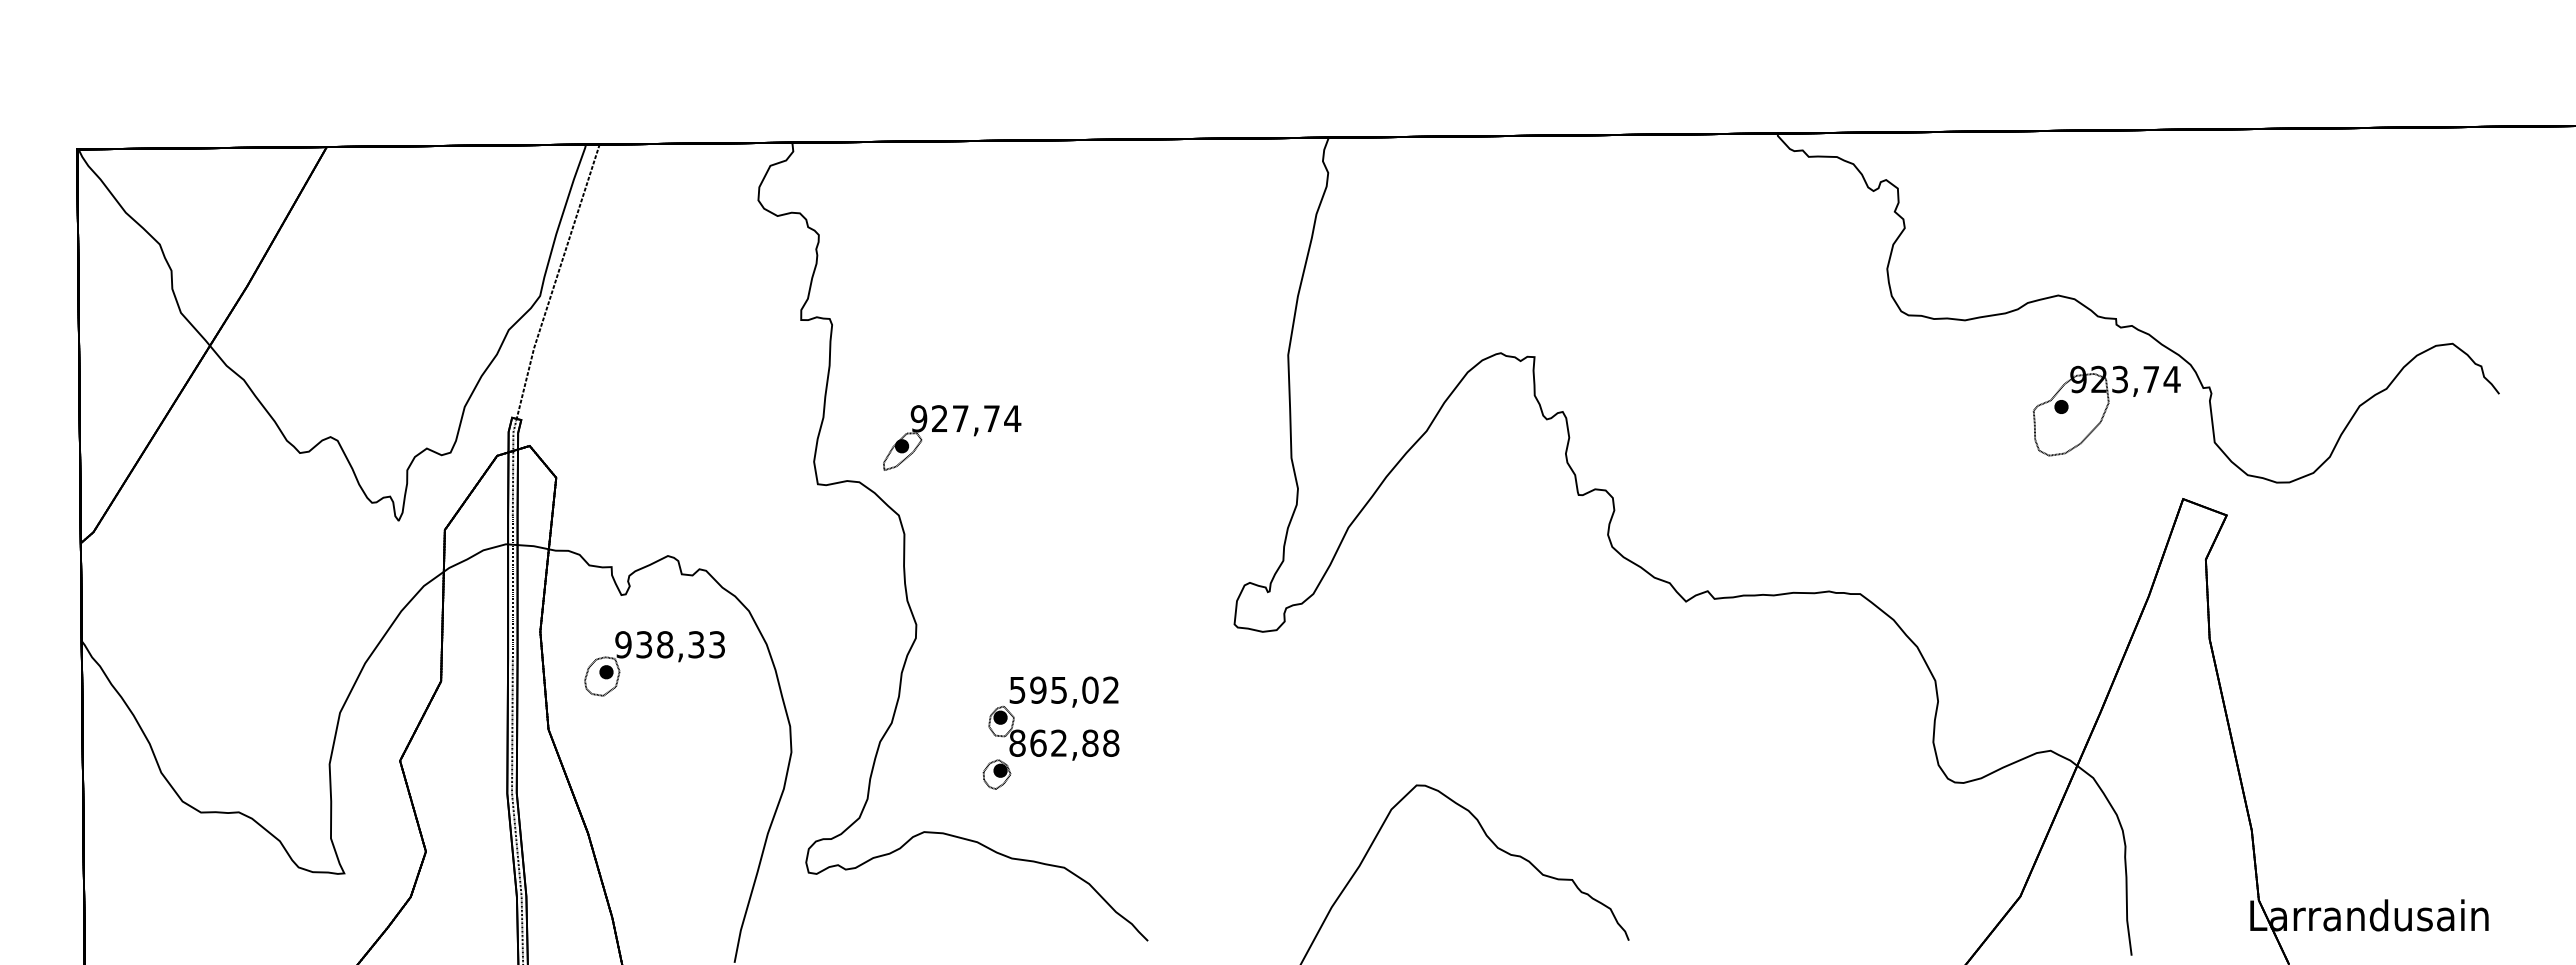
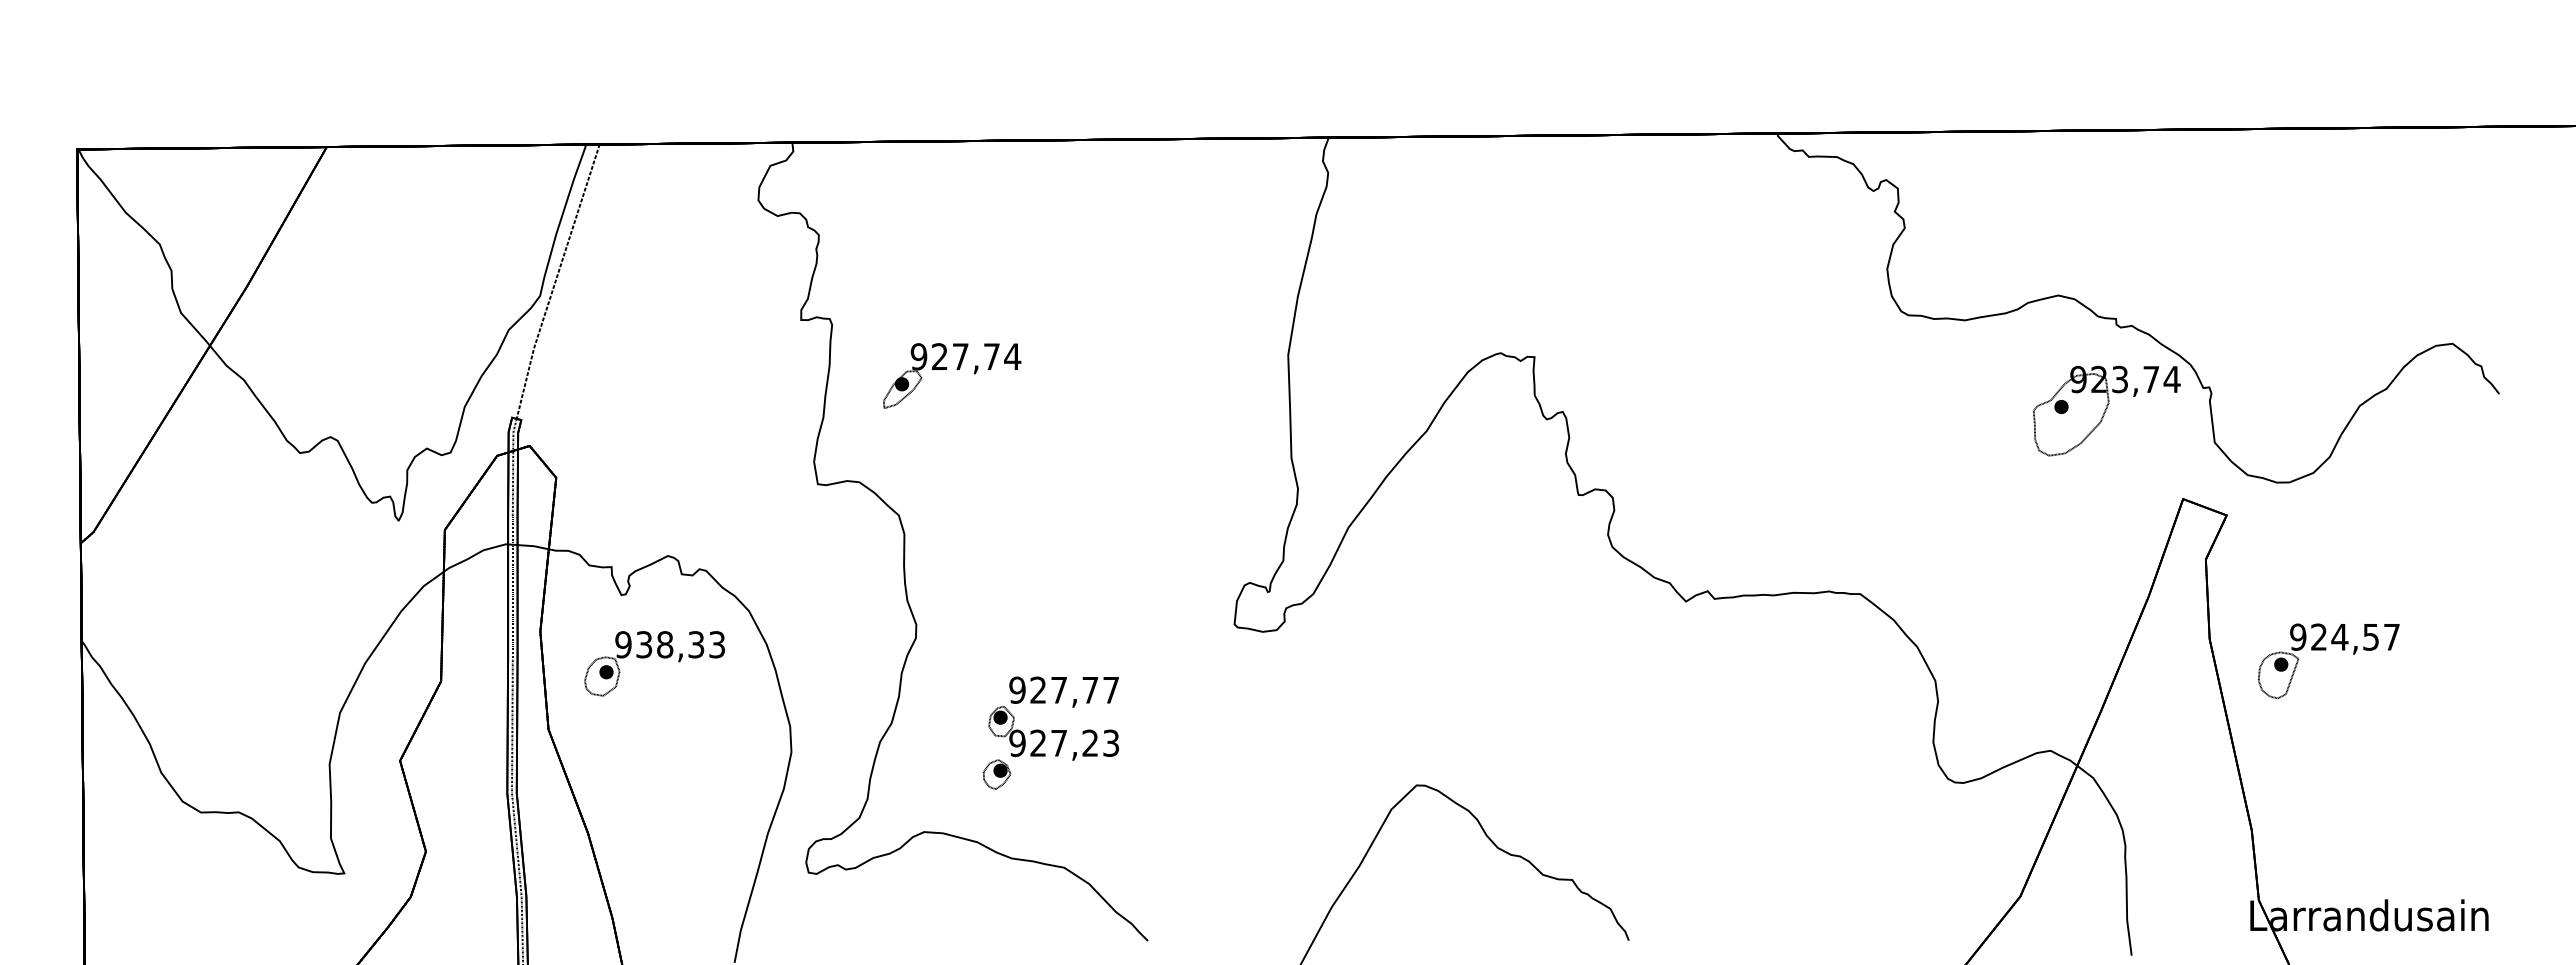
part at (956, 431) position: (956, 431) -> (956, 369)
part at (2326, 650): none -> present
text at (1063, 689): 595,02 -> 927,77
text at (1064, 742): 862,88 -> 927,23
